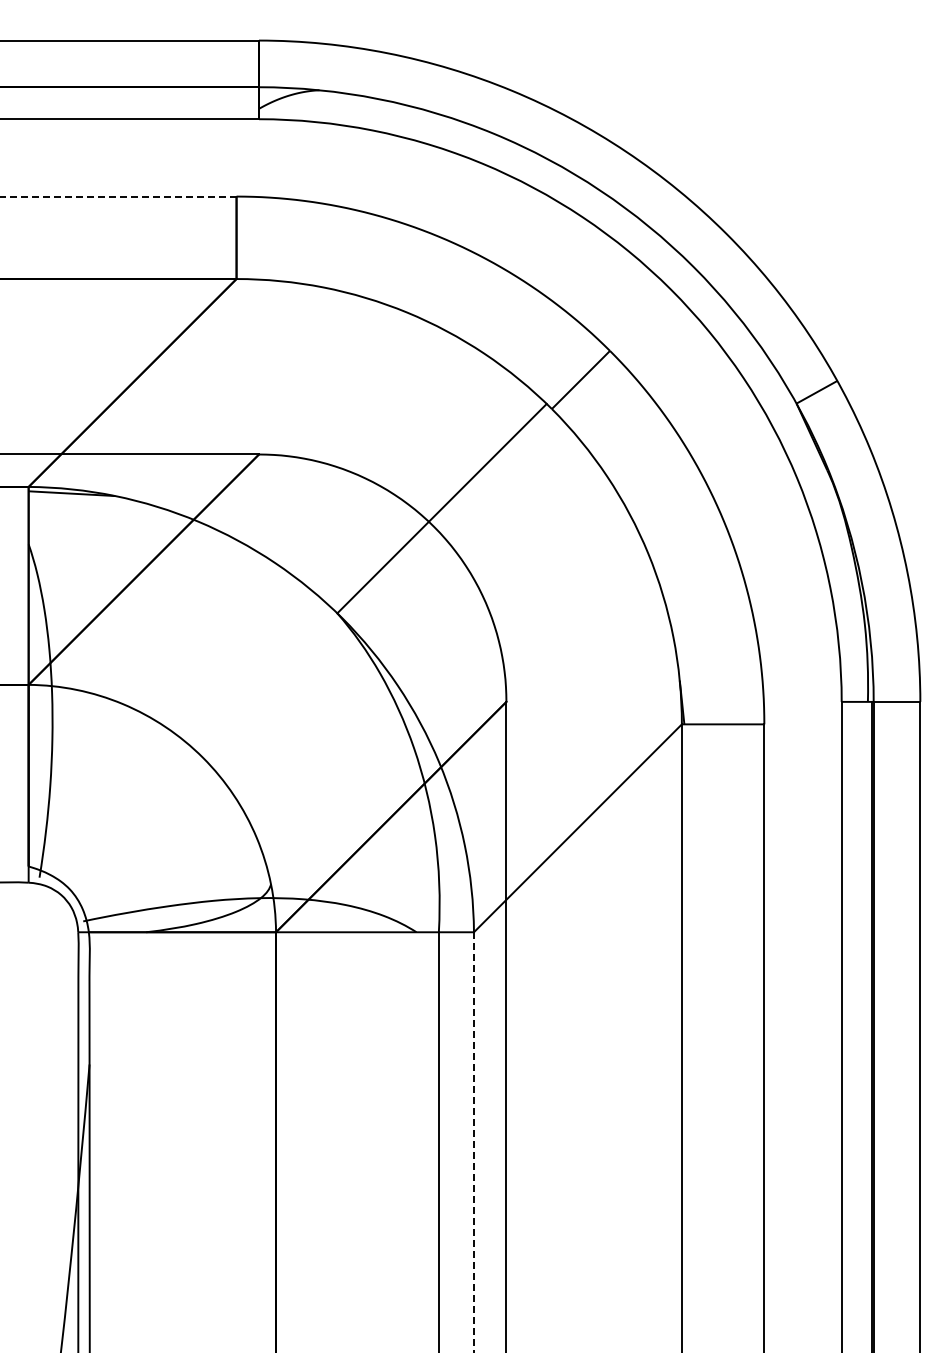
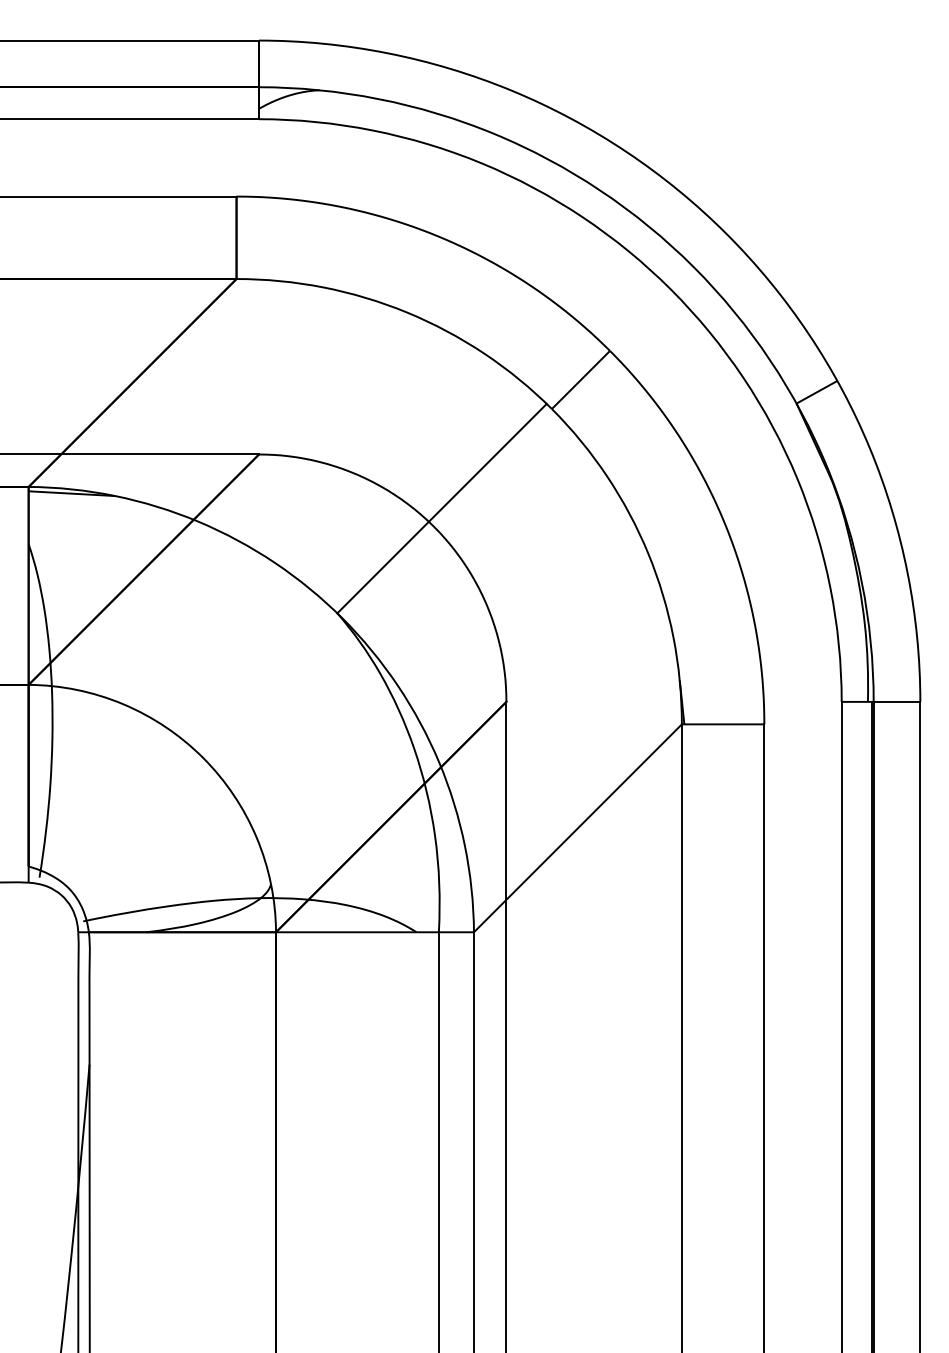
line at (118, 196): dashed -> solid
line at (473, 1142): dashed -> solid
